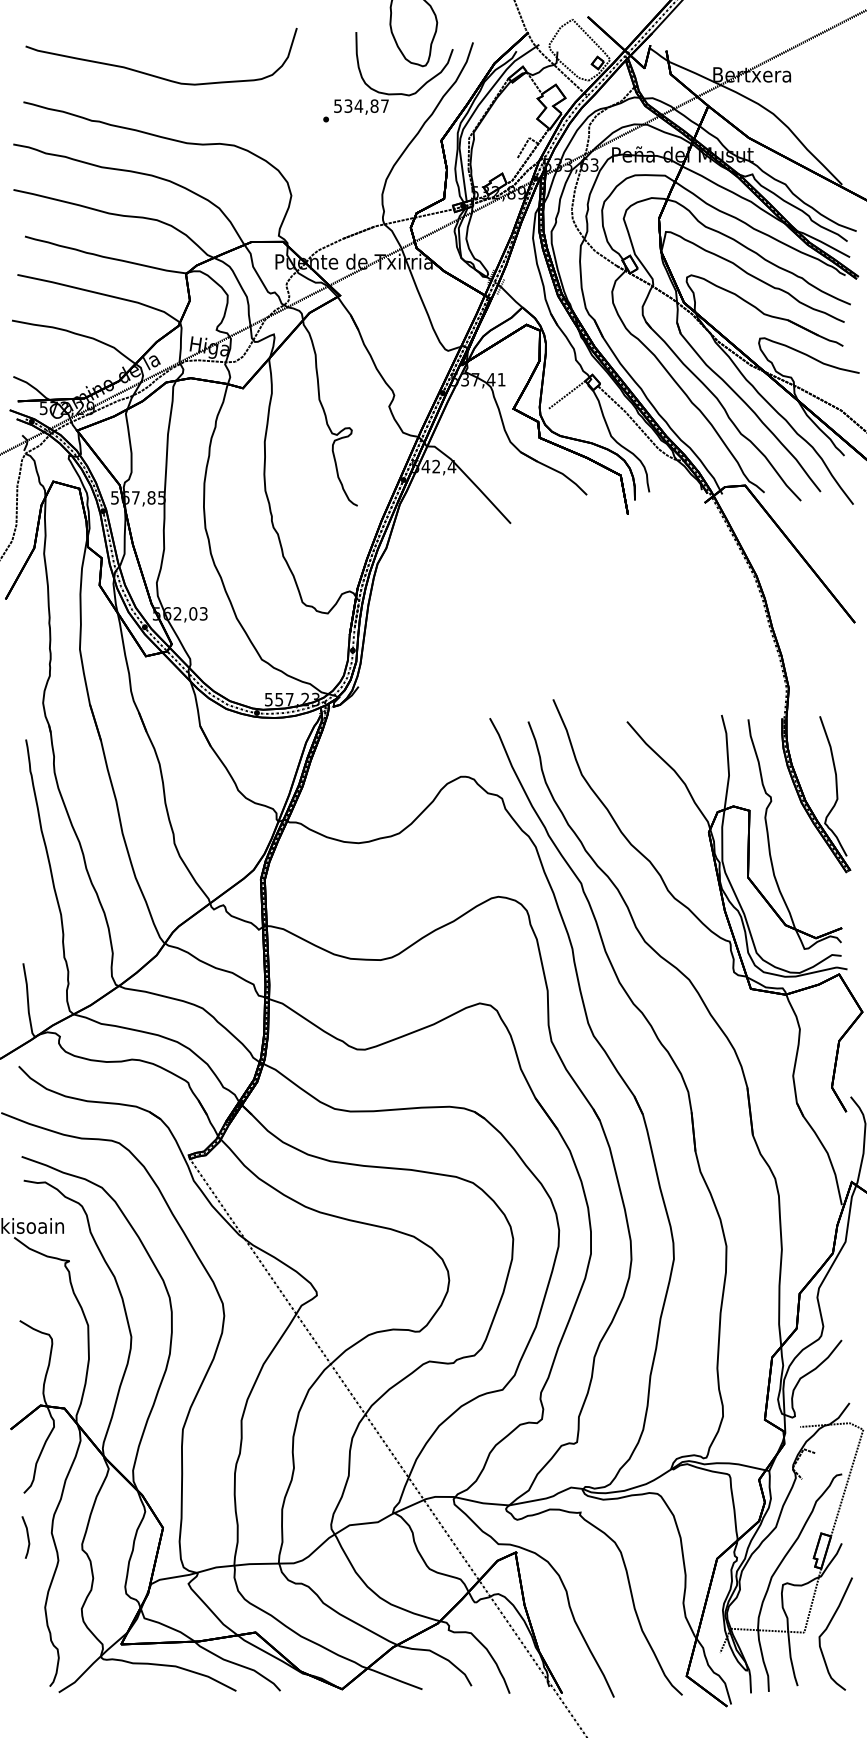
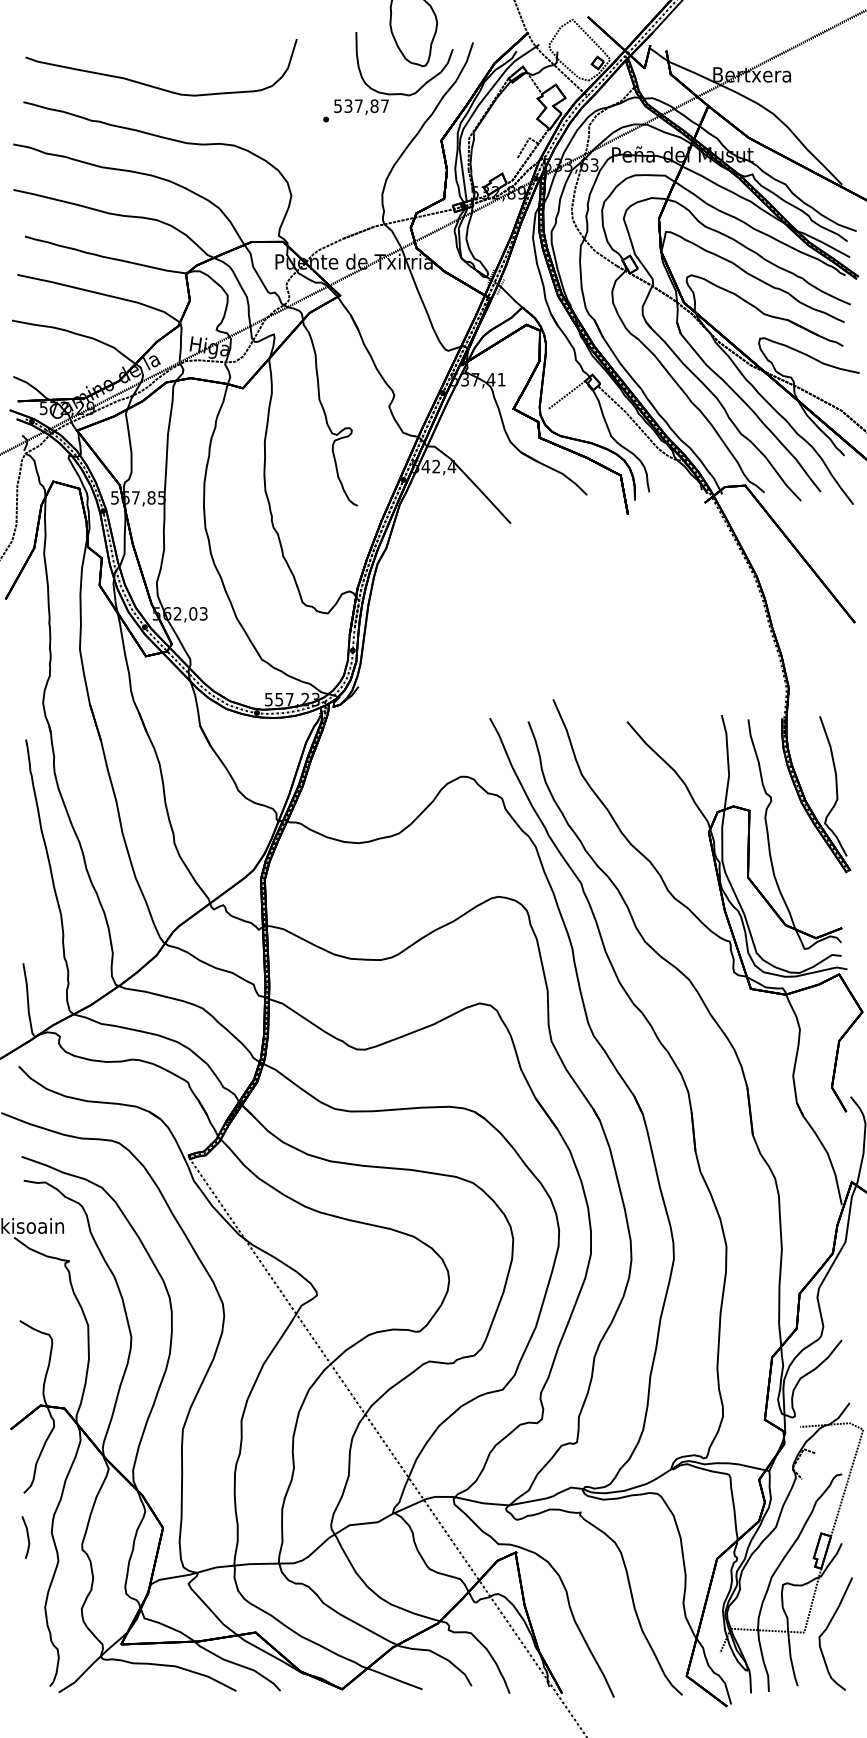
curve at (156, 75) position: (156, 75) -> (156, 86)
text at (358, 105): 534,87 -> 537,87
